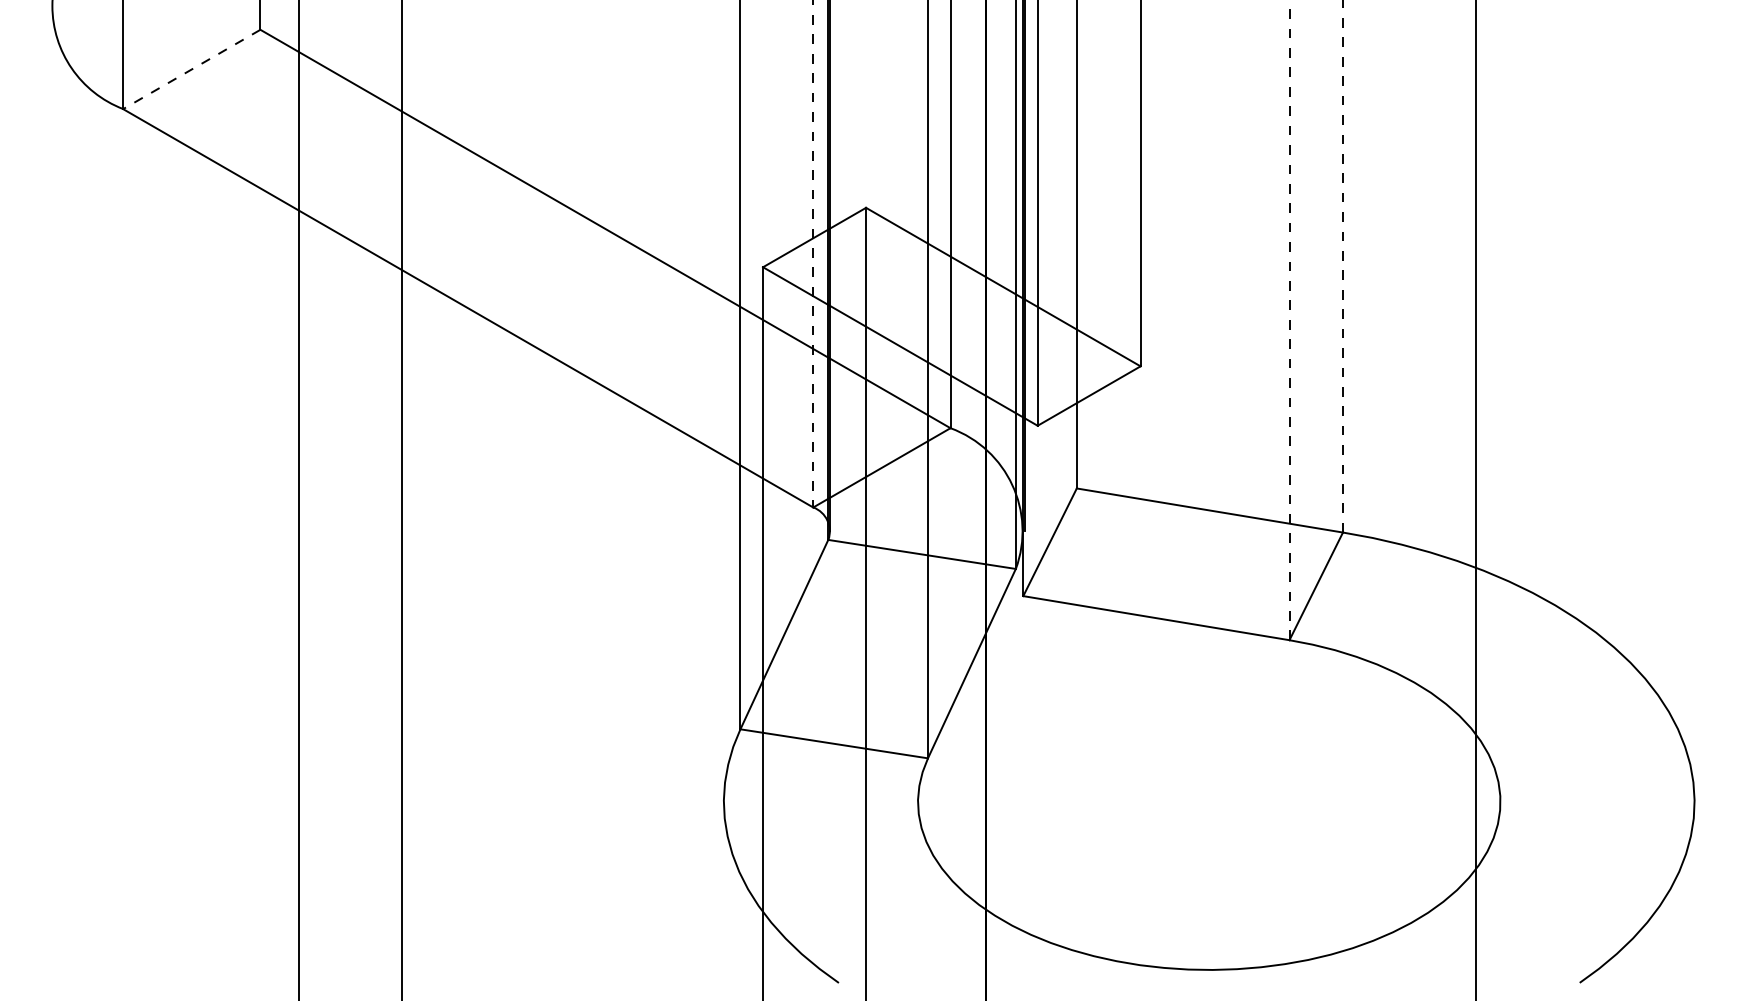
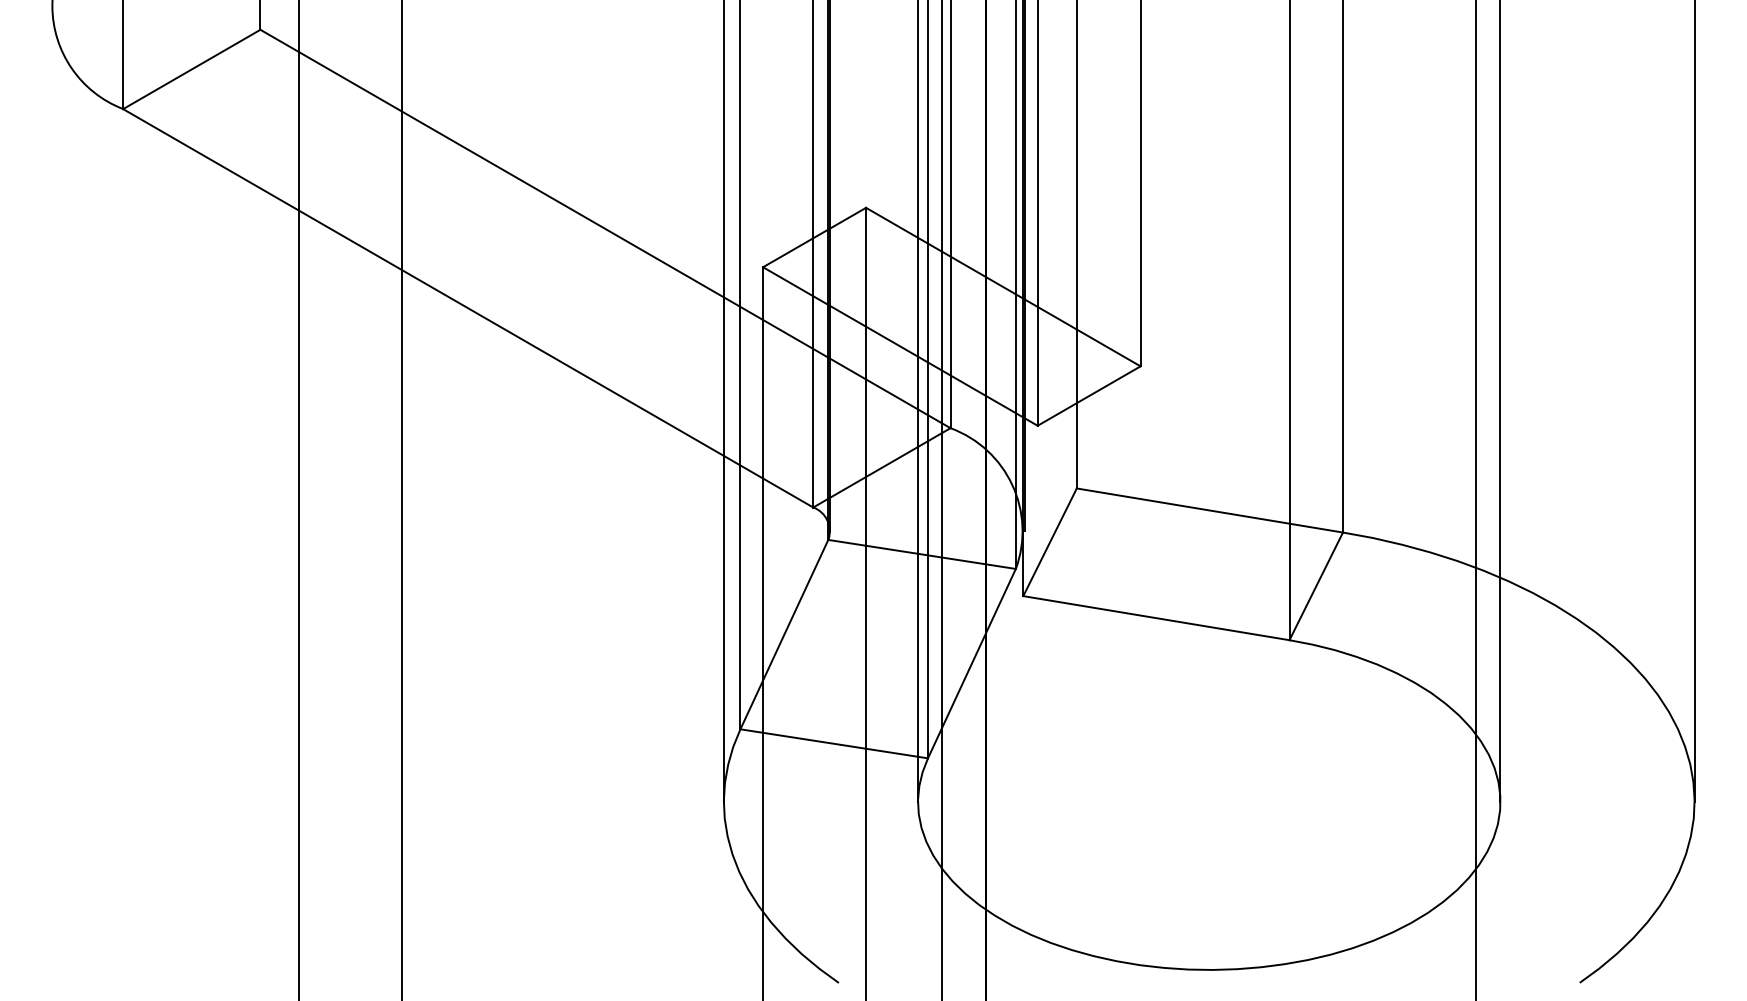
line at (191, 69): dashed -> solid
line at (813, 254): dashed -> solid
line at (1342, 266): dashed -> solid
line at (1289, 320): dashed -> solid
line at (723, 401): none -> present
line at (918, 401): none -> present
line at (1500, 401): none -> present
line at (1694, 401): none -> present
line at (942, 499): none -> present
